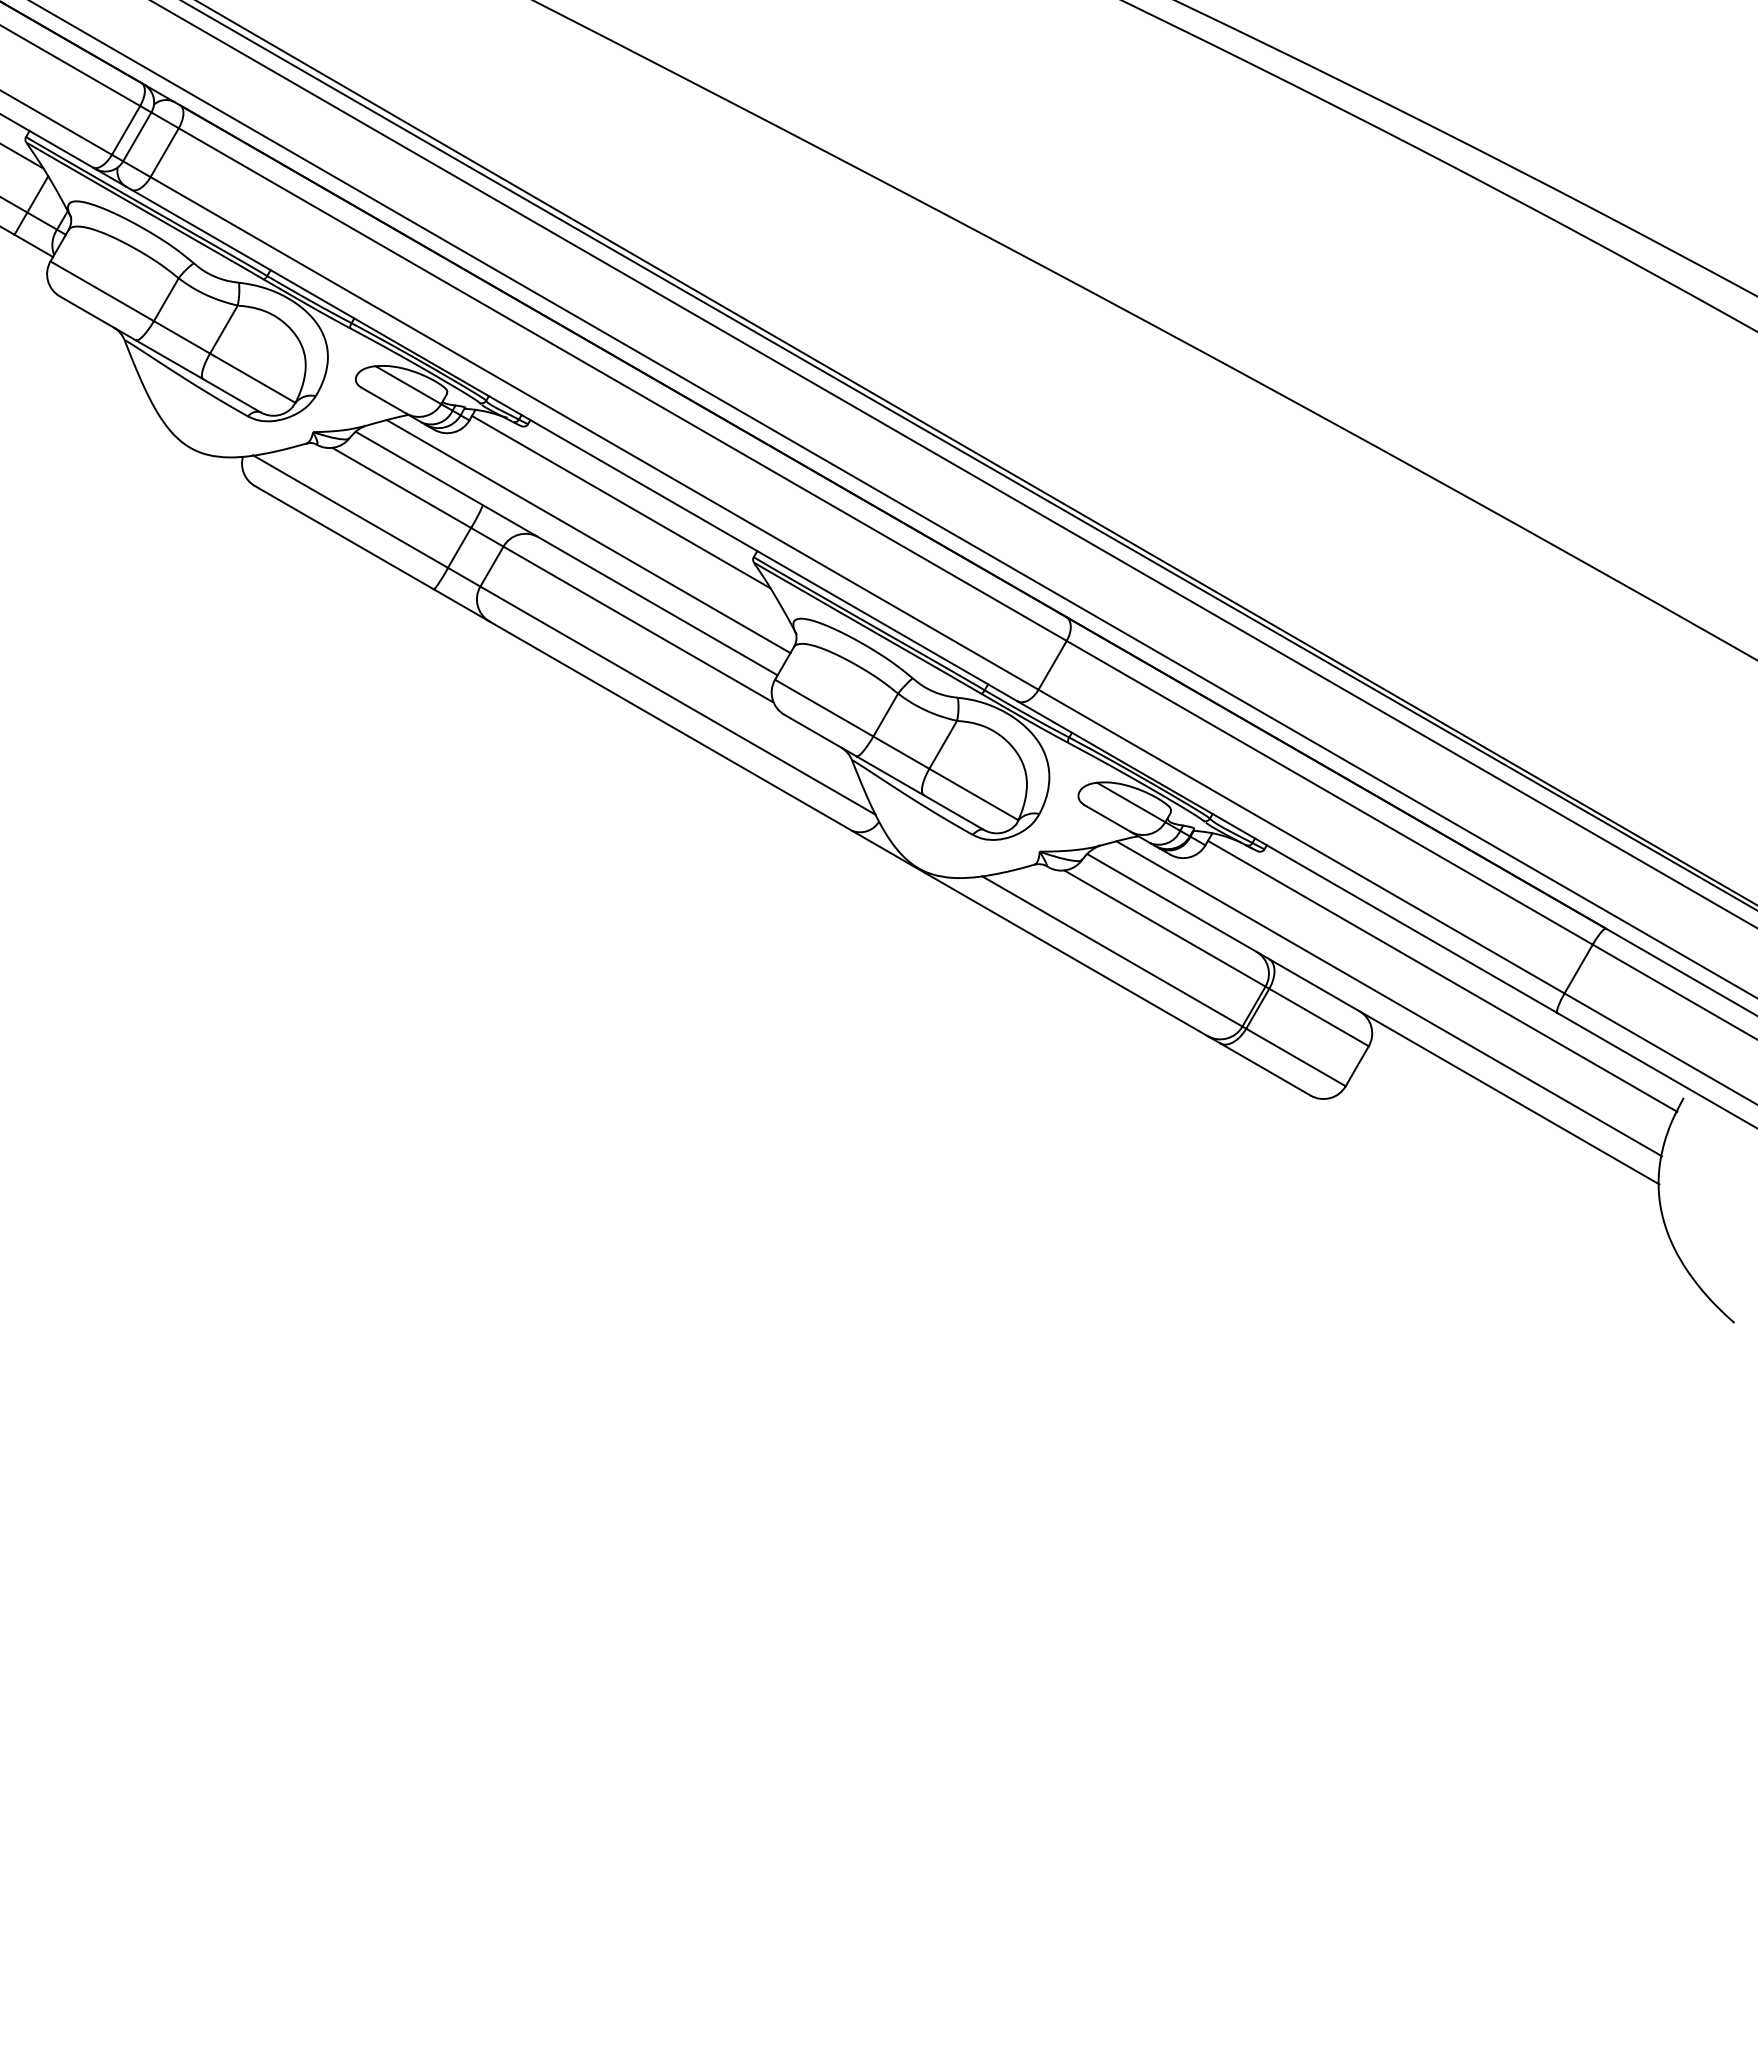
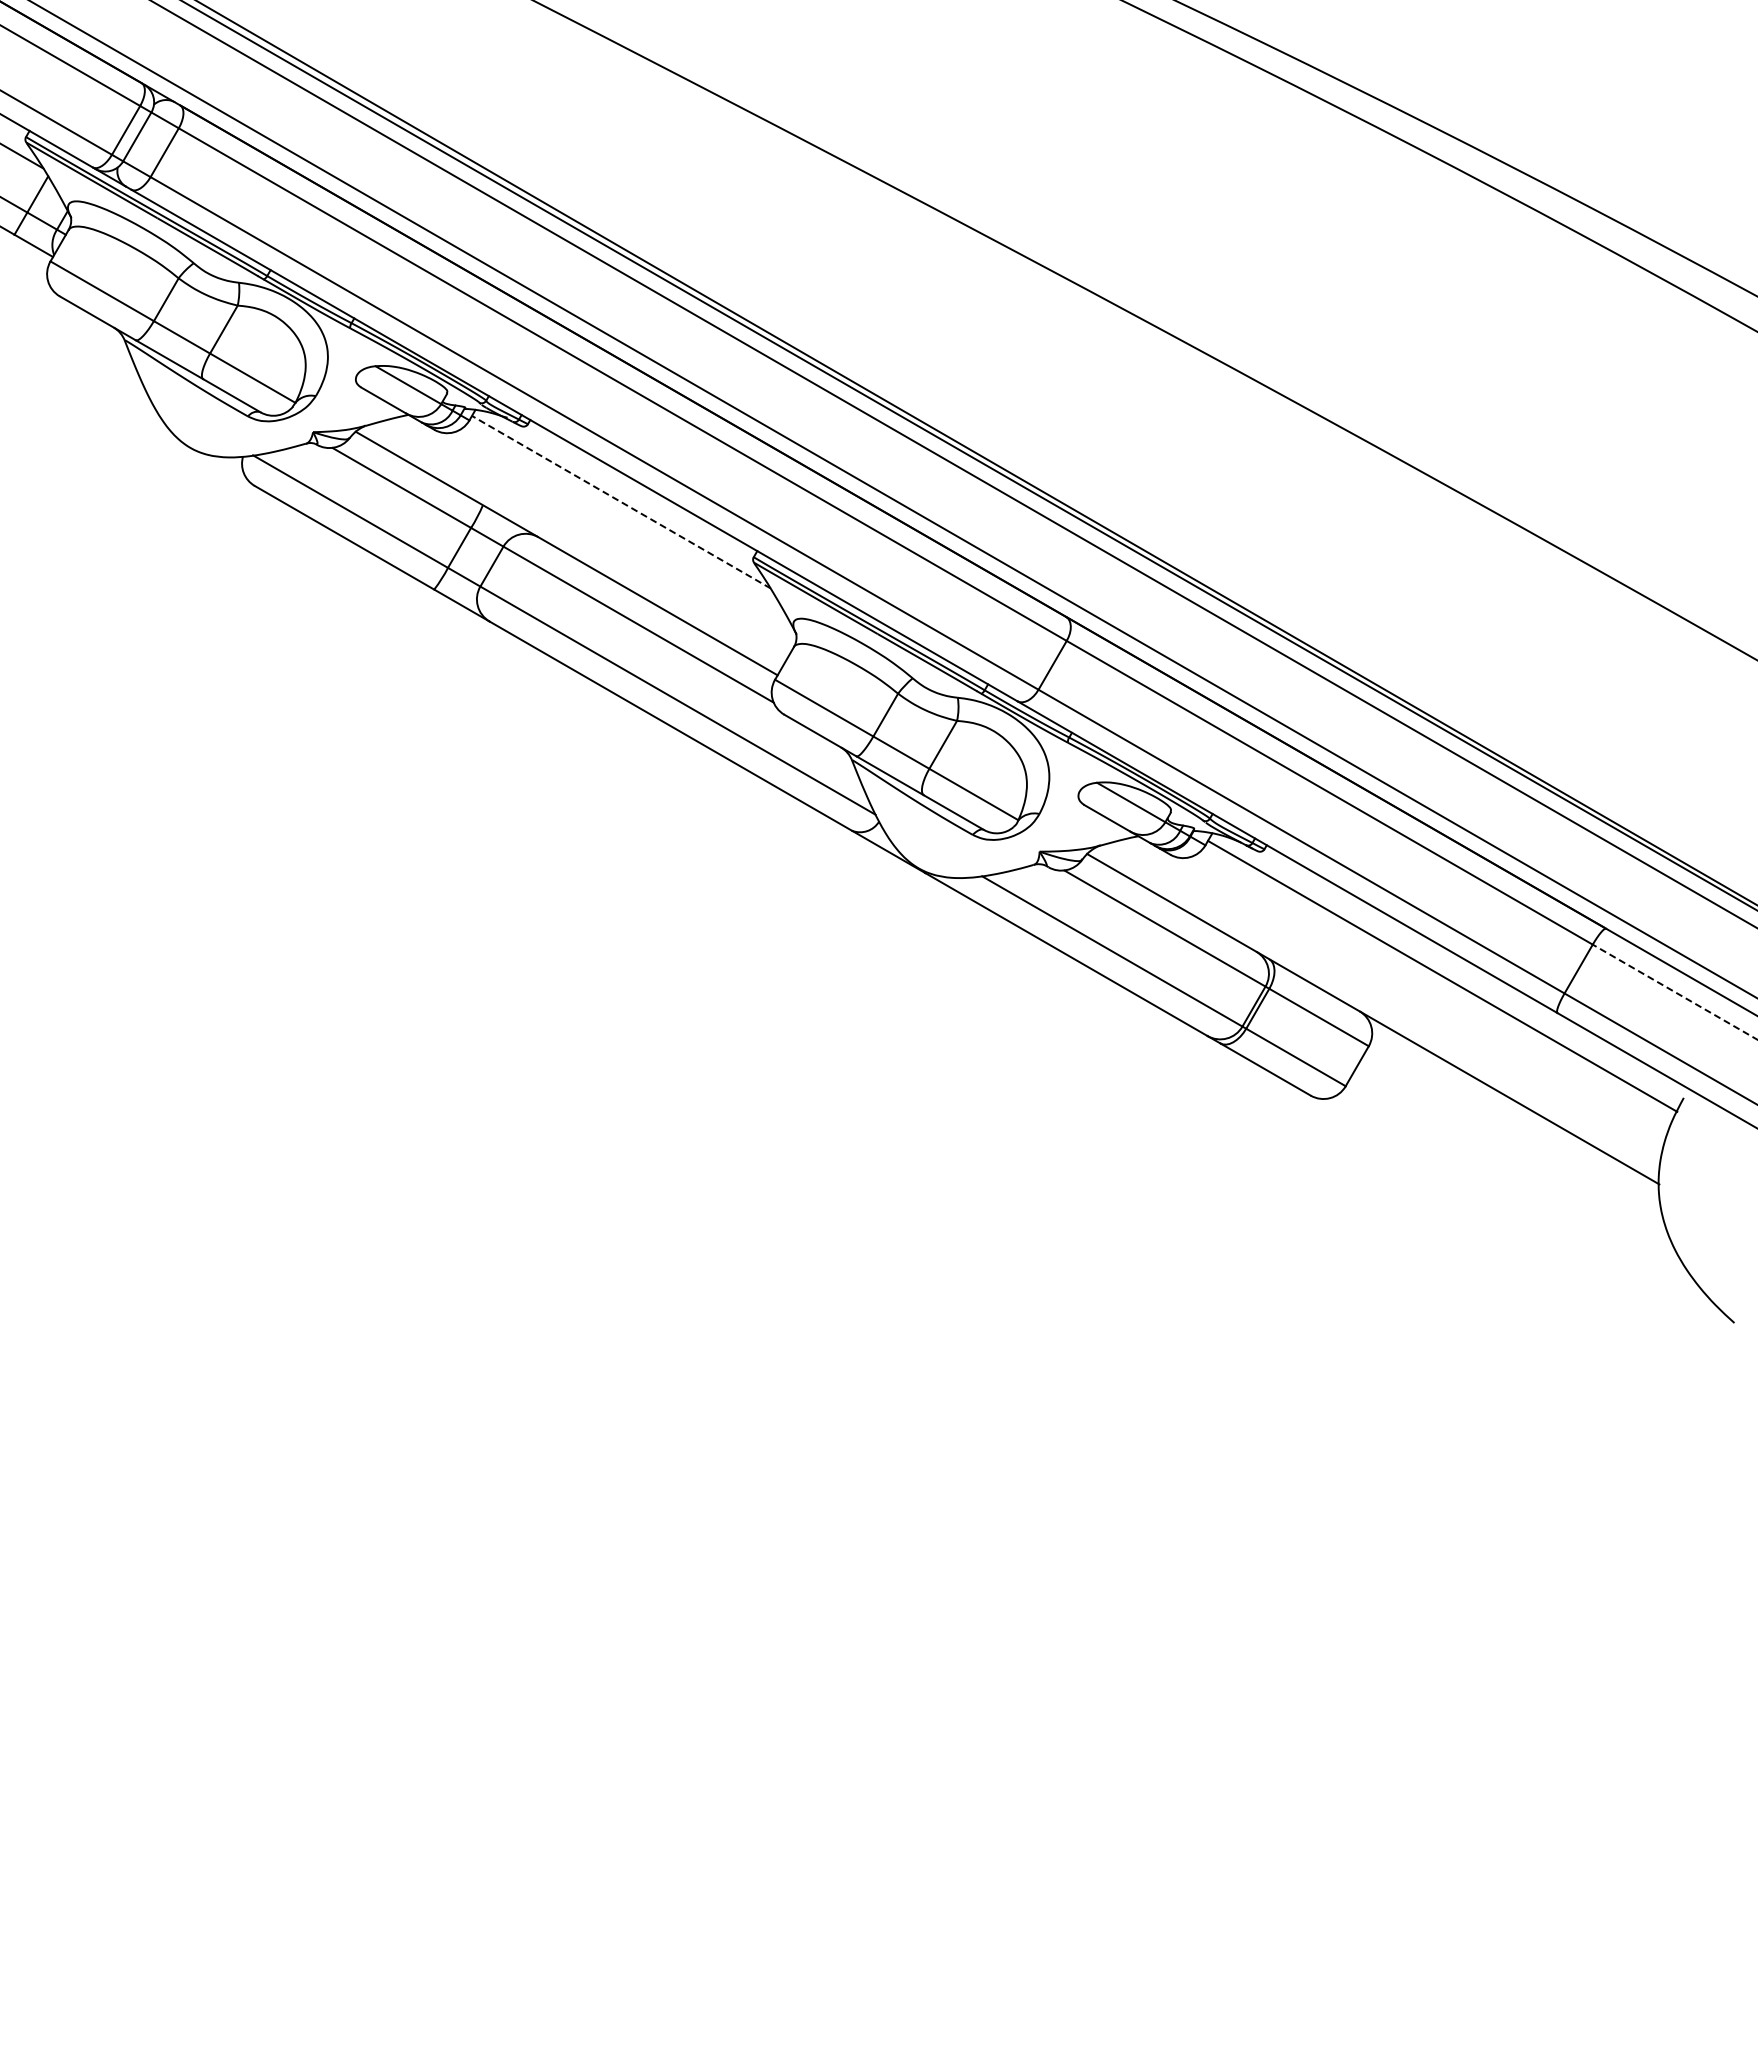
line at (621, 502): solid -> dashed
line at (588, 536): present -> none
line at (1675, 992): solid -> dashed
line at (1388, 998): present -> none
